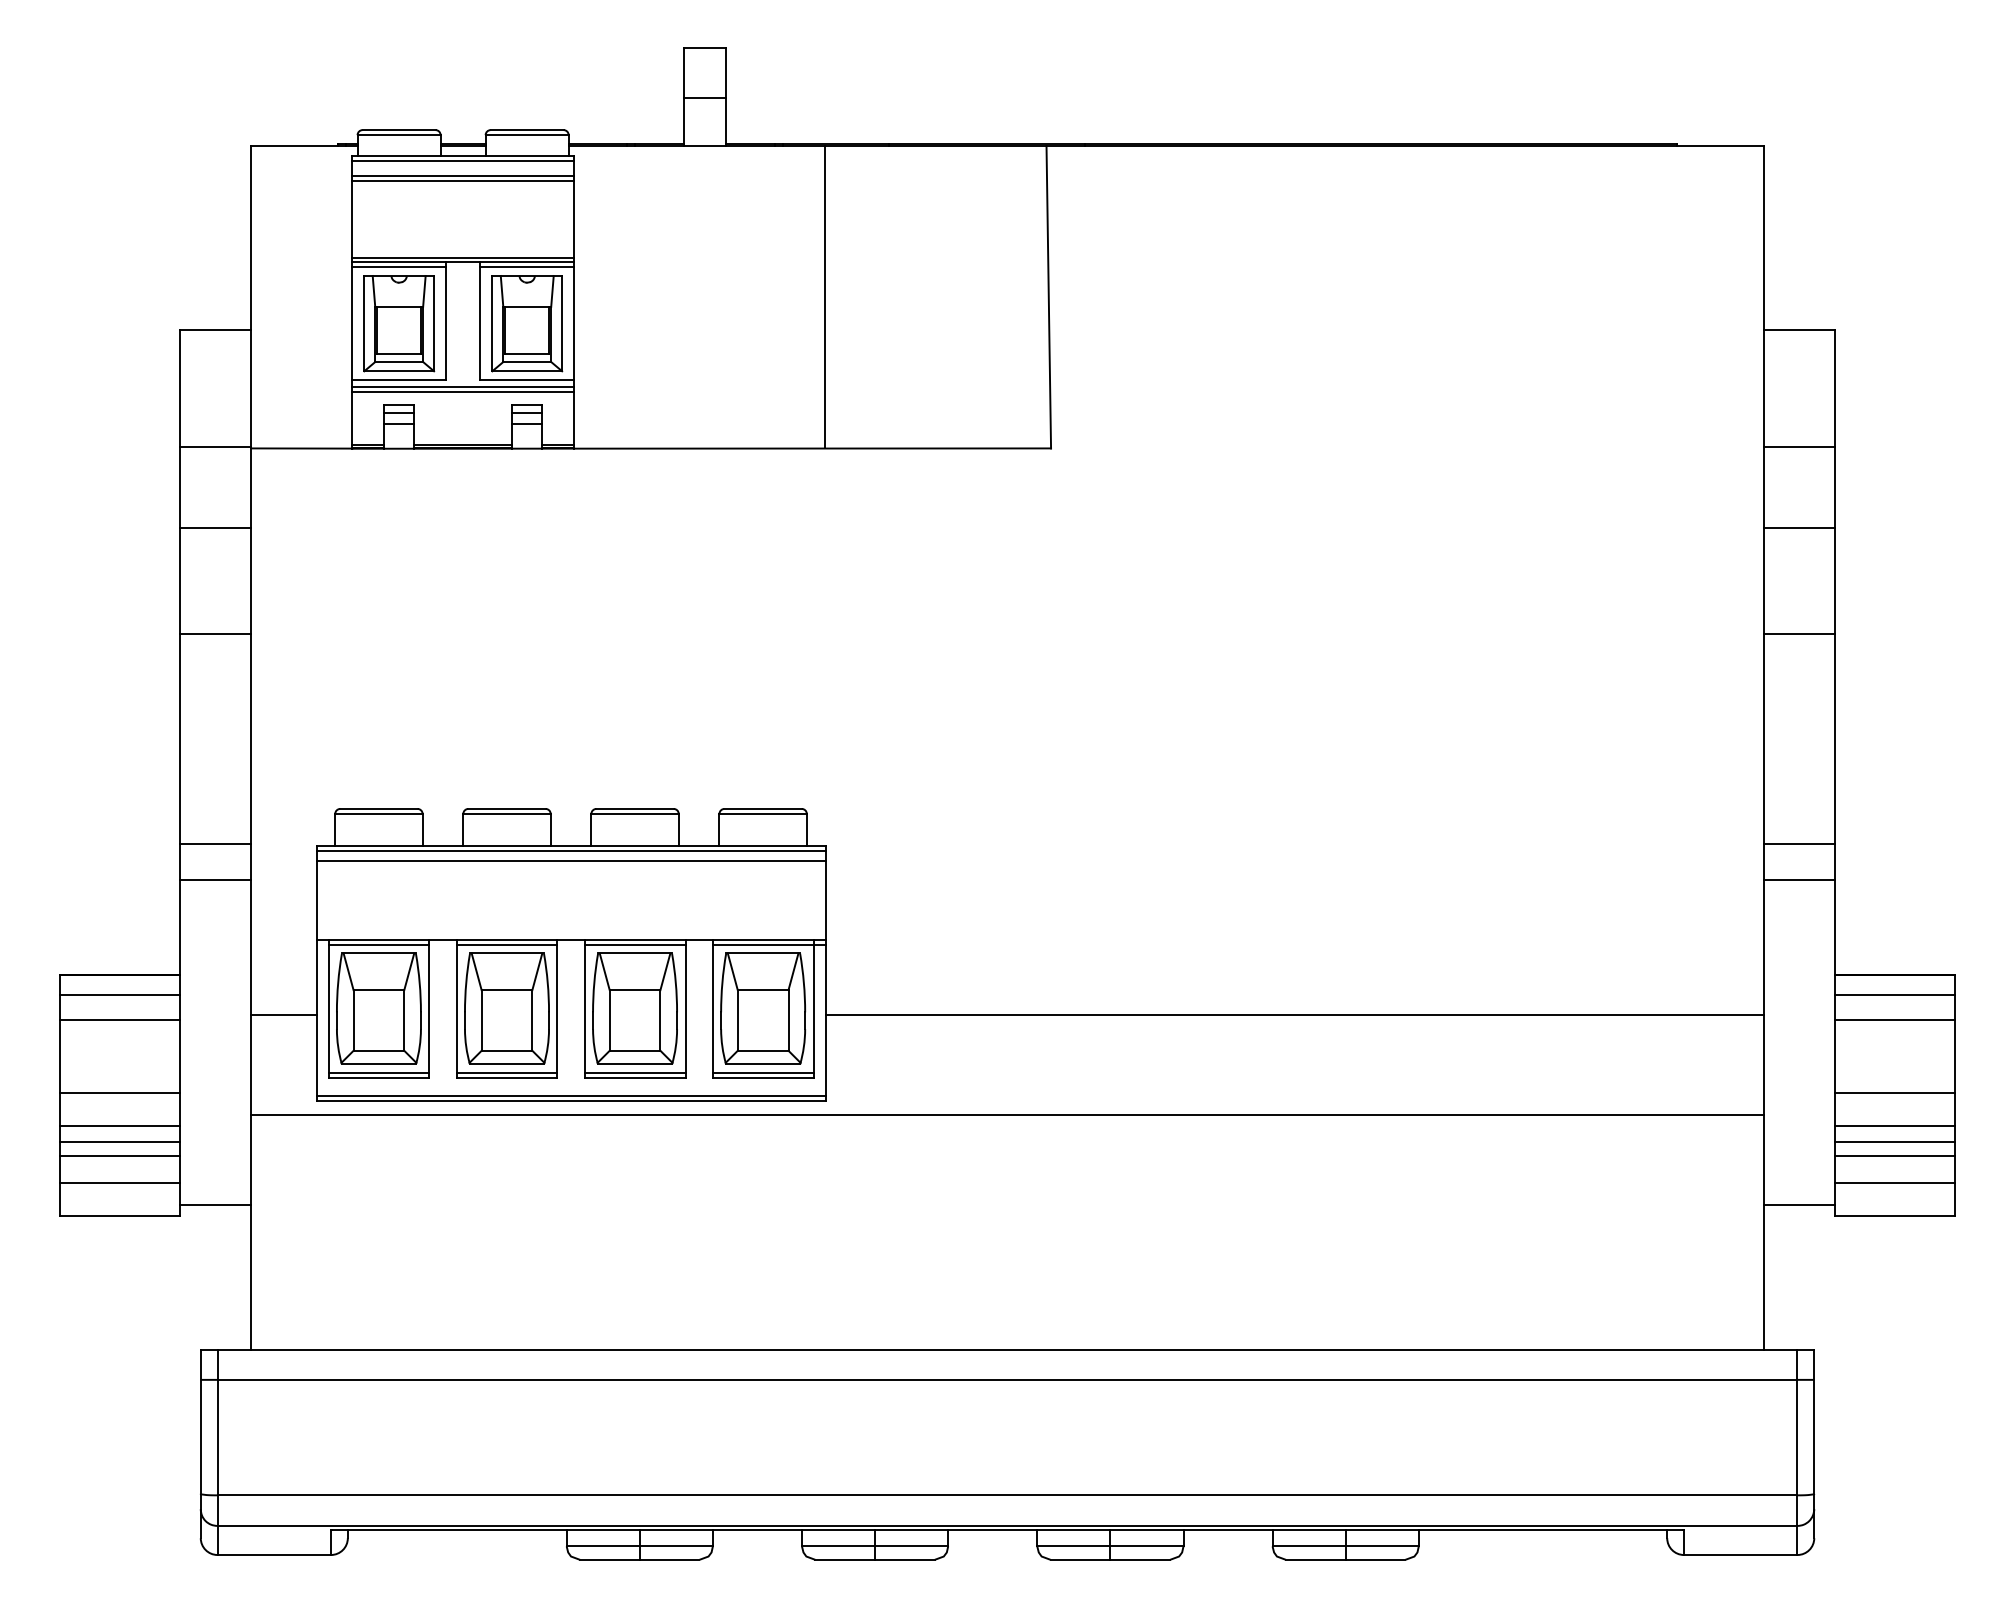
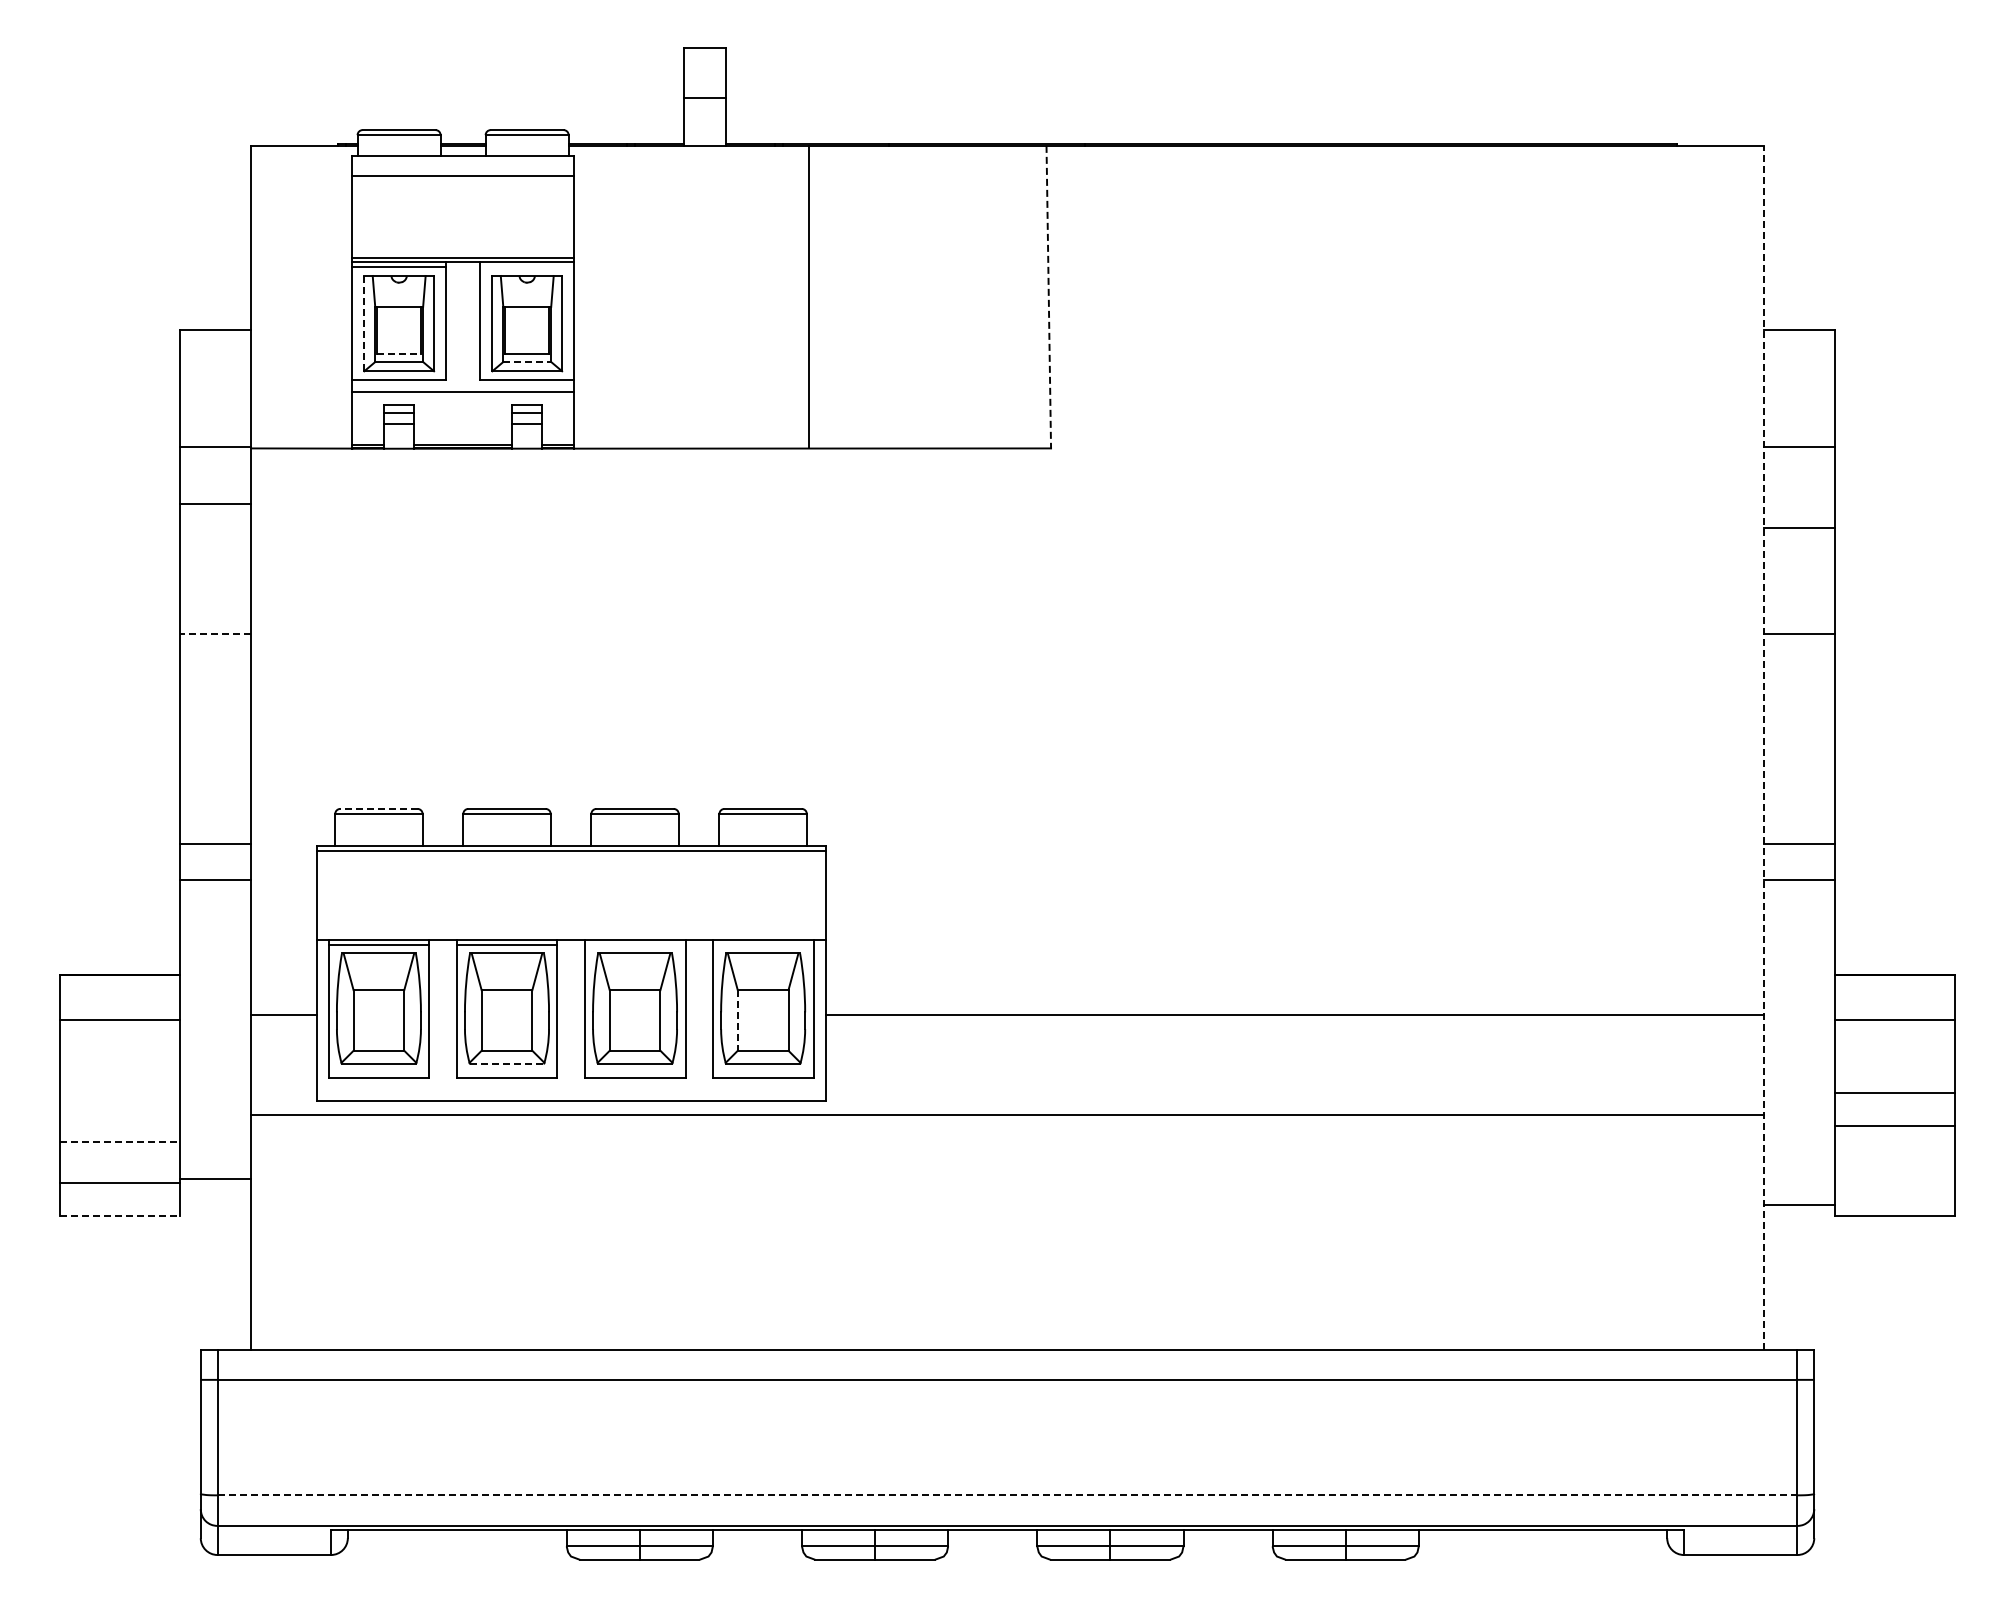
line at (463, 161): present -> none
line at (463, 181): present -> none
line at (527, 267): present -> none
line at (825, 296) position: (825, 296) -> (809, 296)
line at (1048, 297): solid -> dashed
line at (364, 323): solid -> dashed
line at (399, 354): solid -> dashed
line at (527, 362): solid -> dashed
line at (463, 386): present -> none
line at (215, 528) position: (215, 528) -> (215, 504)
line at (215, 634): solid -> dashed
line at (1763, 747): solid -> dashed
line at (378, 808): solid -> dashed
line at (570, 861): present -> none
line at (634, 945): present -> none
line at (768, 945): present -> none
line at (119, 995): present -> none
line at (1894, 995): present -> none
line at (737, 1020): solid -> dashed
line at (507, 1064): solid -> dashed
line at (378, 1072): present -> none
line at (506, 1072): present -> none
line at (634, 1072): present -> none
line at (762, 1072): present -> none
line at (119, 1092): present -> none
line at (570, 1096): present -> none
line at (119, 1125): present -> none
line at (120, 1141): solid -> dashed
line at (1894, 1141): present -> none
line at (119, 1156): present -> none
line at (1894, 1156): present -> none
line at (1894, 1183): present -> none
line at (215, 1205) position: (215, 1205) -> (215, 1179)
line at (120, 1215): solid -> dashed
line at (1007, 1495): solid -> dashed
